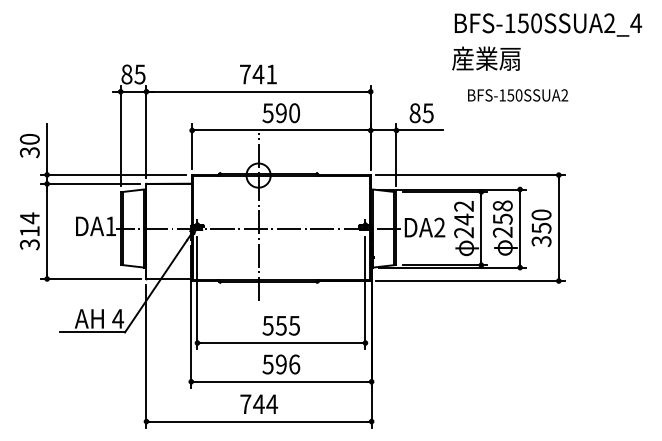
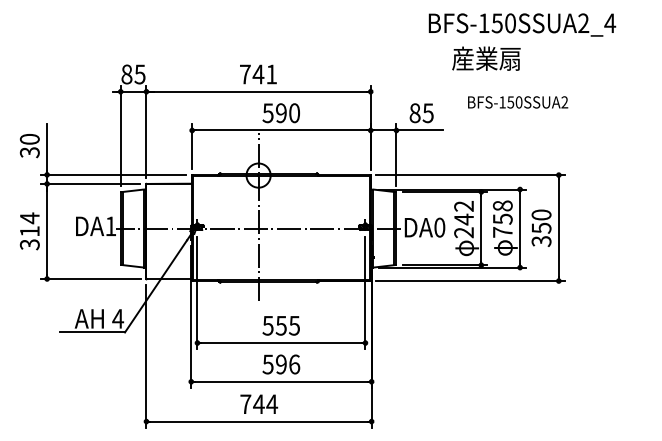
text at (548, 24) position: (548, 24) -> (522, 24)
text at (518, 95) position: (518, 95) -> (518, 102)
text at (439, 227): DA2 -> DA0
text at (502, 231): 258 -> 758
